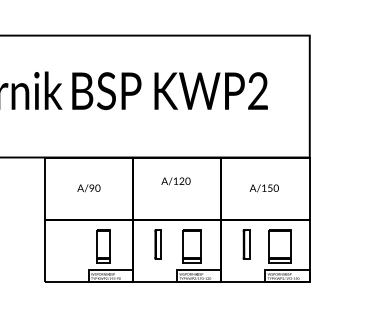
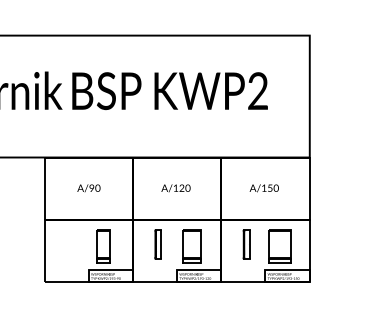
text at (175, 181) position: (175, 181) -> (175, 188)
